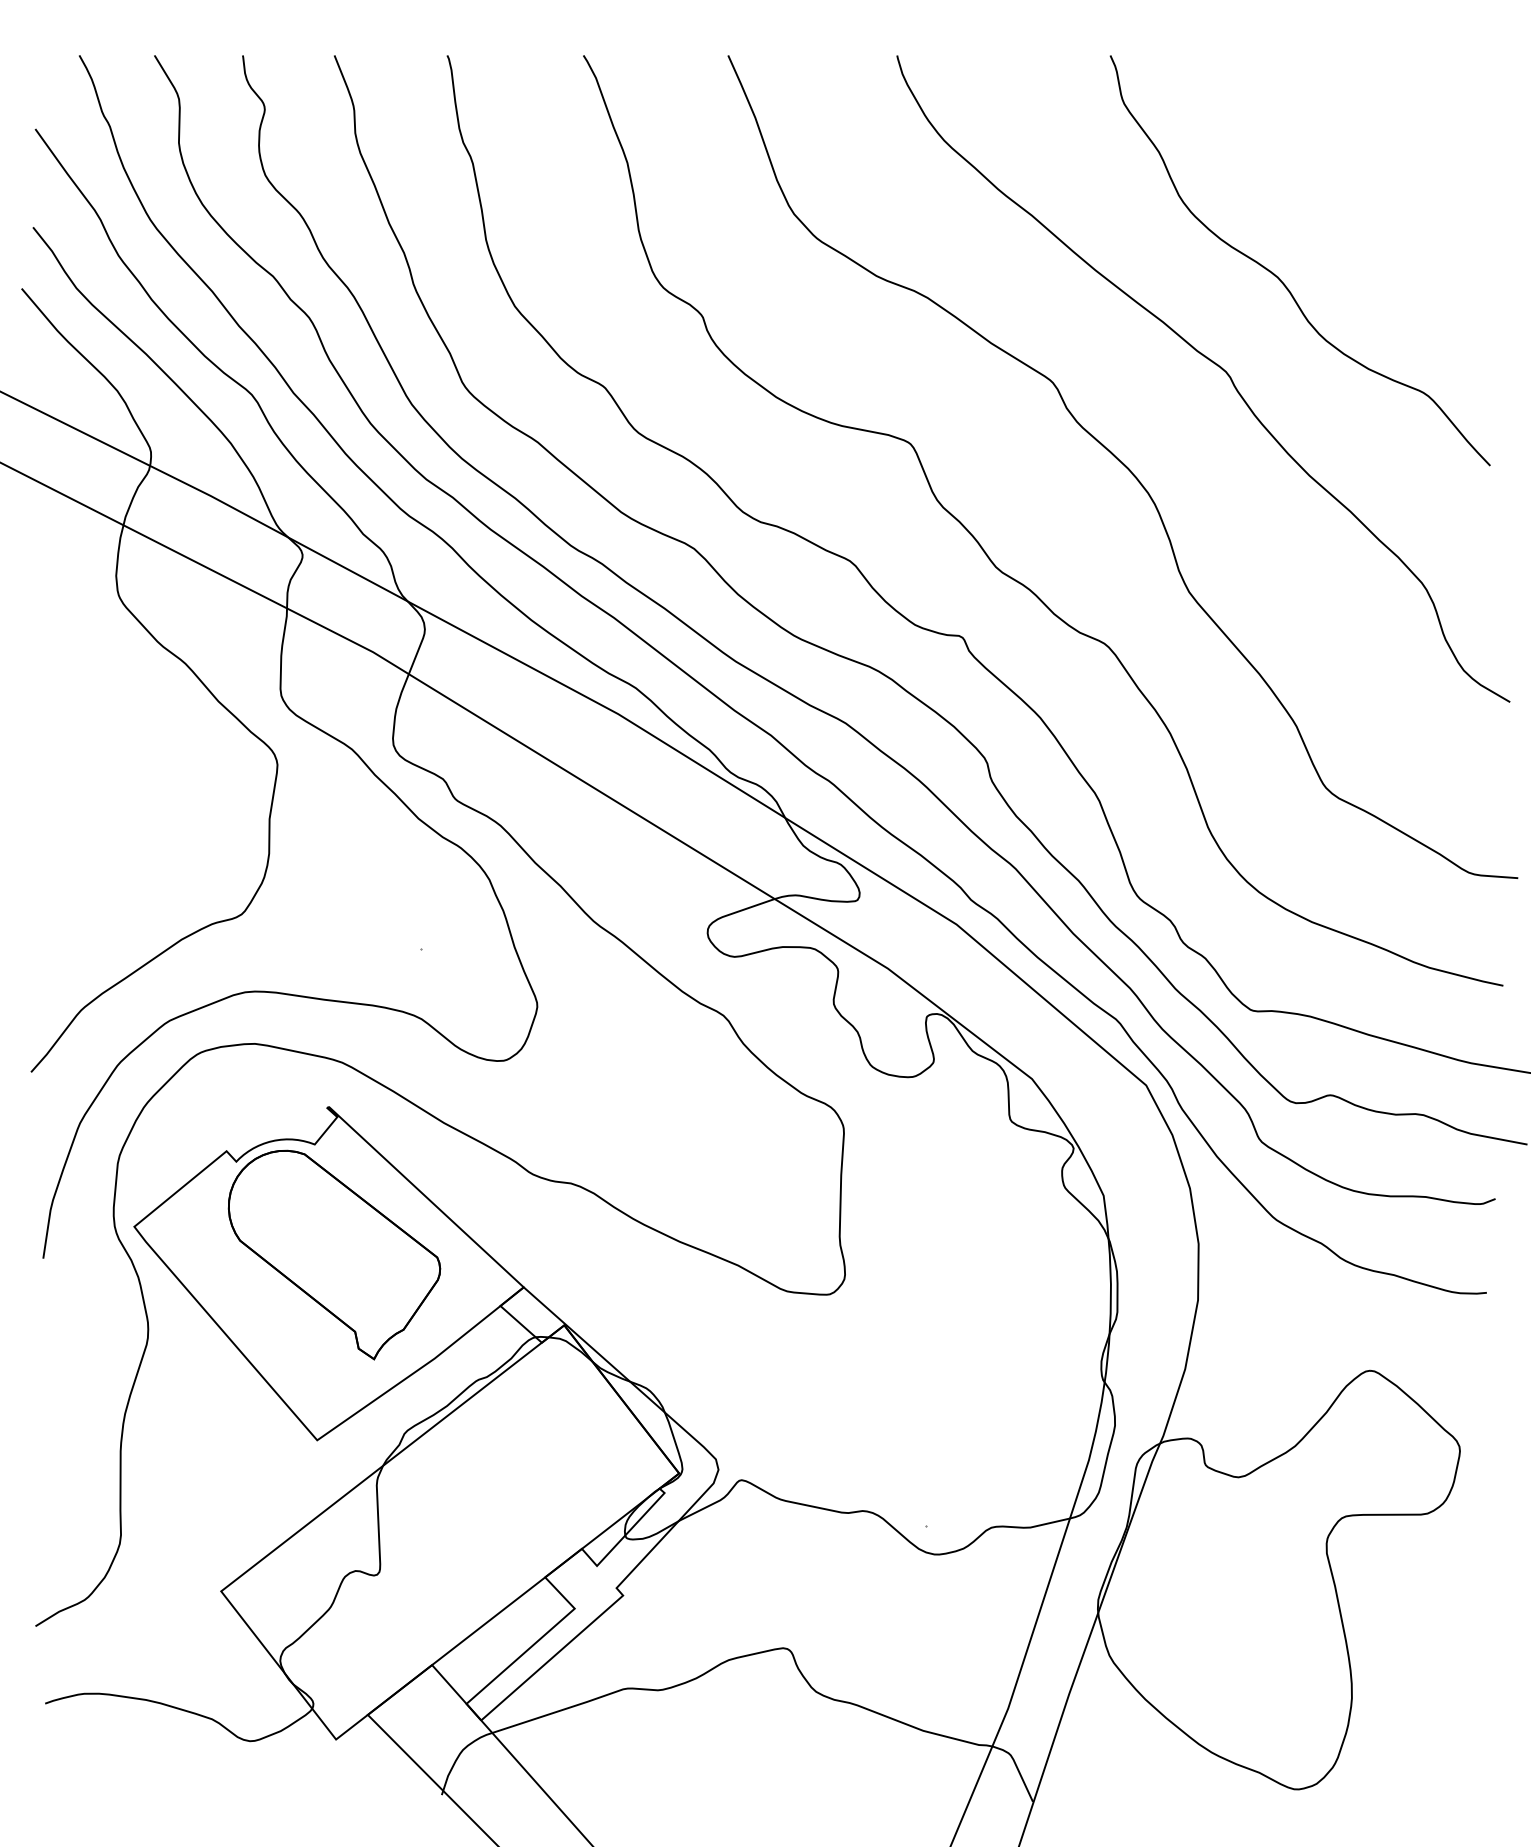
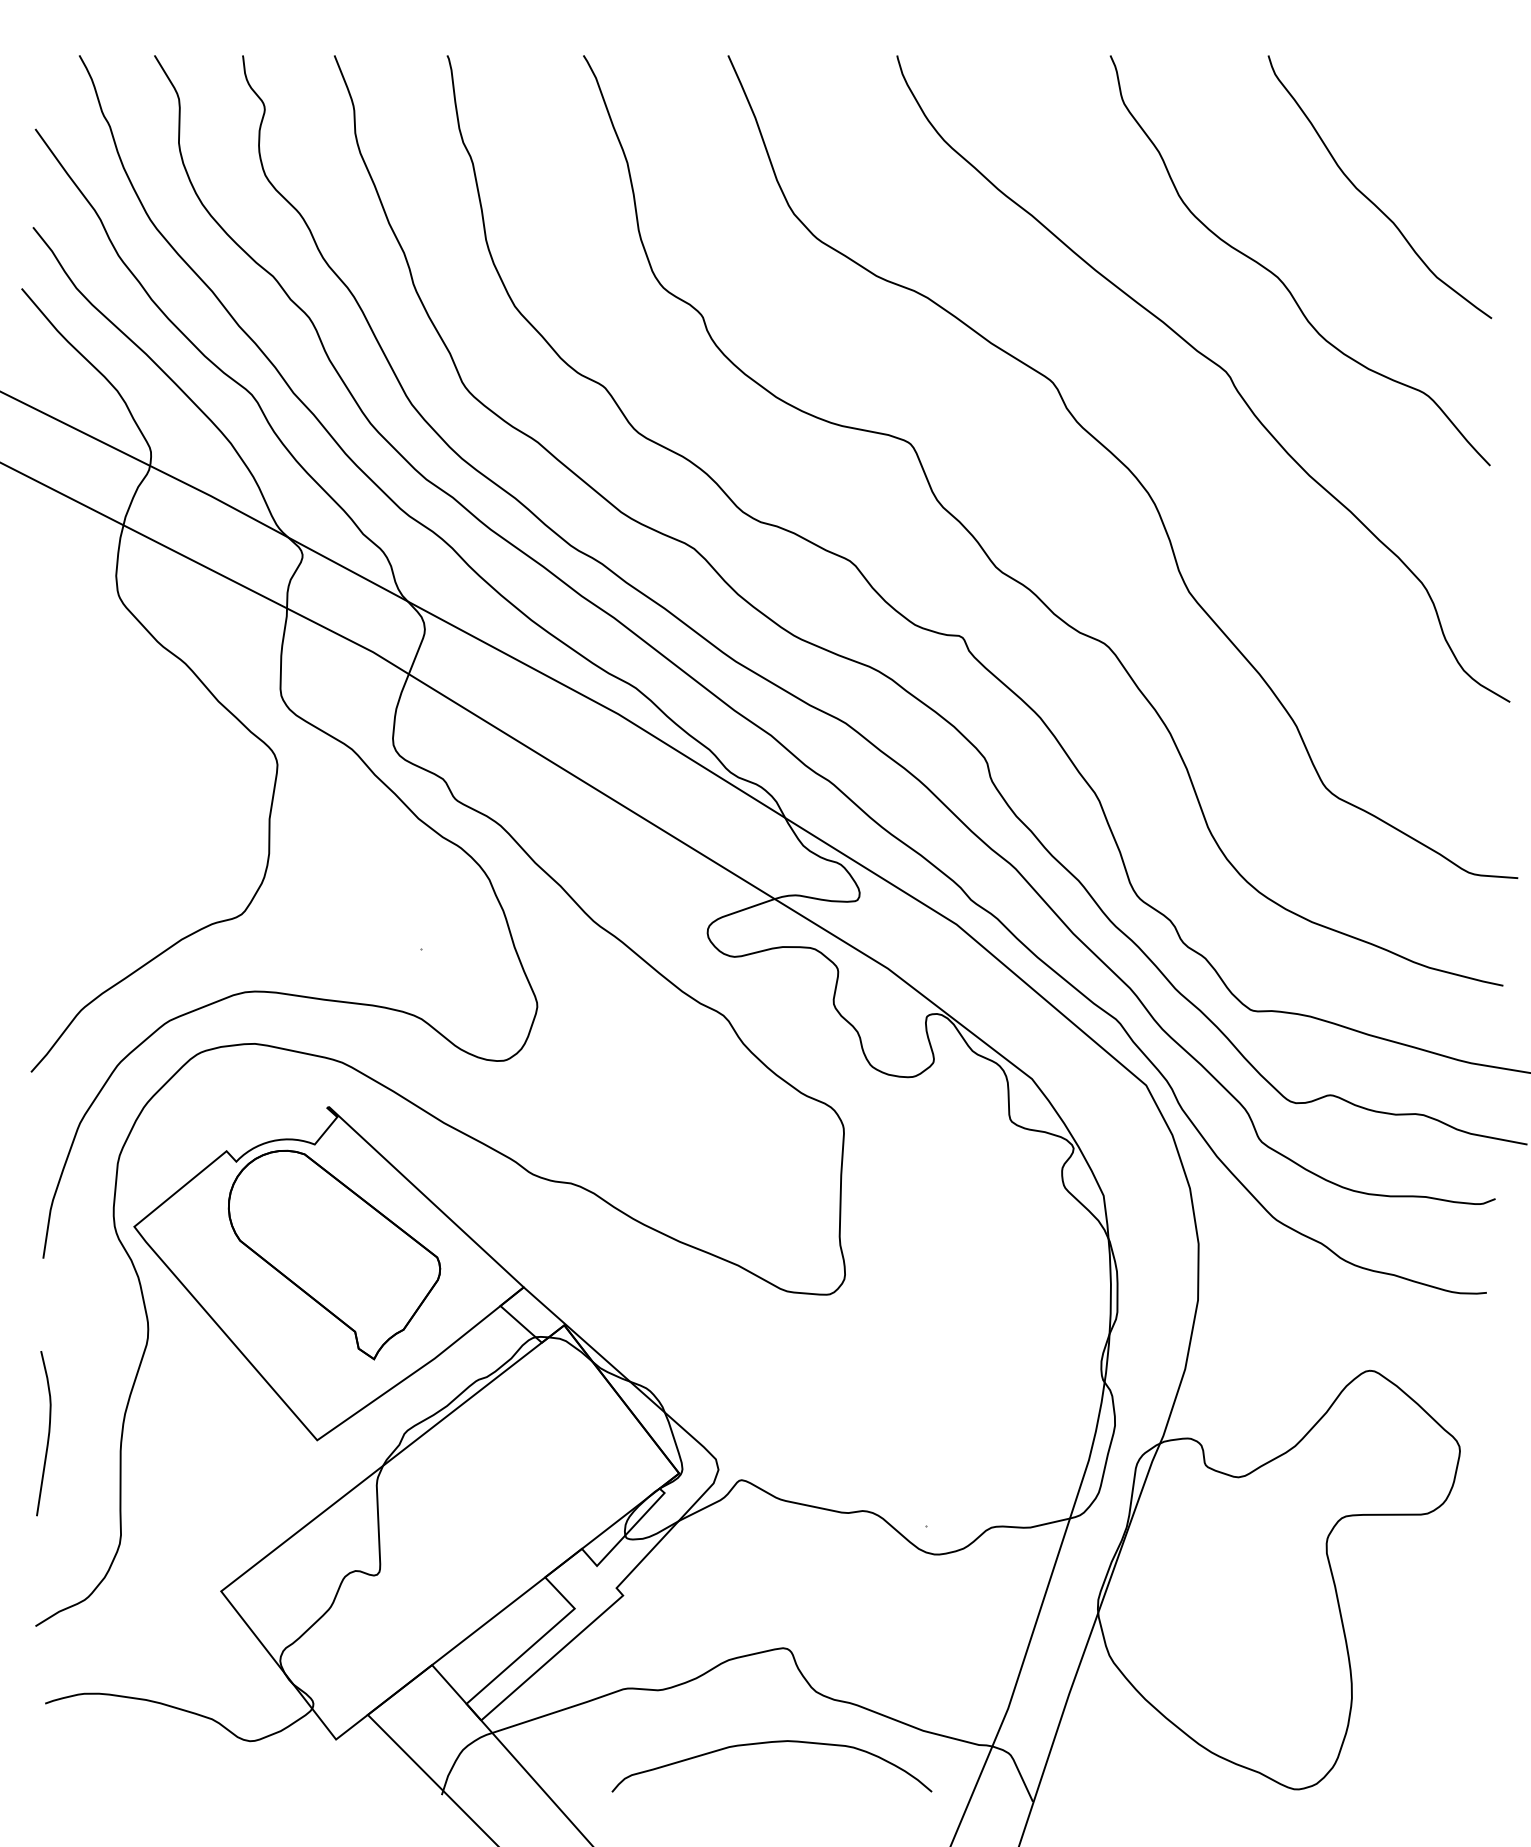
curve at (1368, 197): none -> present
curve at (48, 1433): none -> present
curve at (769, 1743): none -> present
